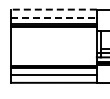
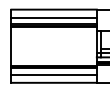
line at (54, 9): dashed -> solid
line at (54, 17): dashed -> solid
